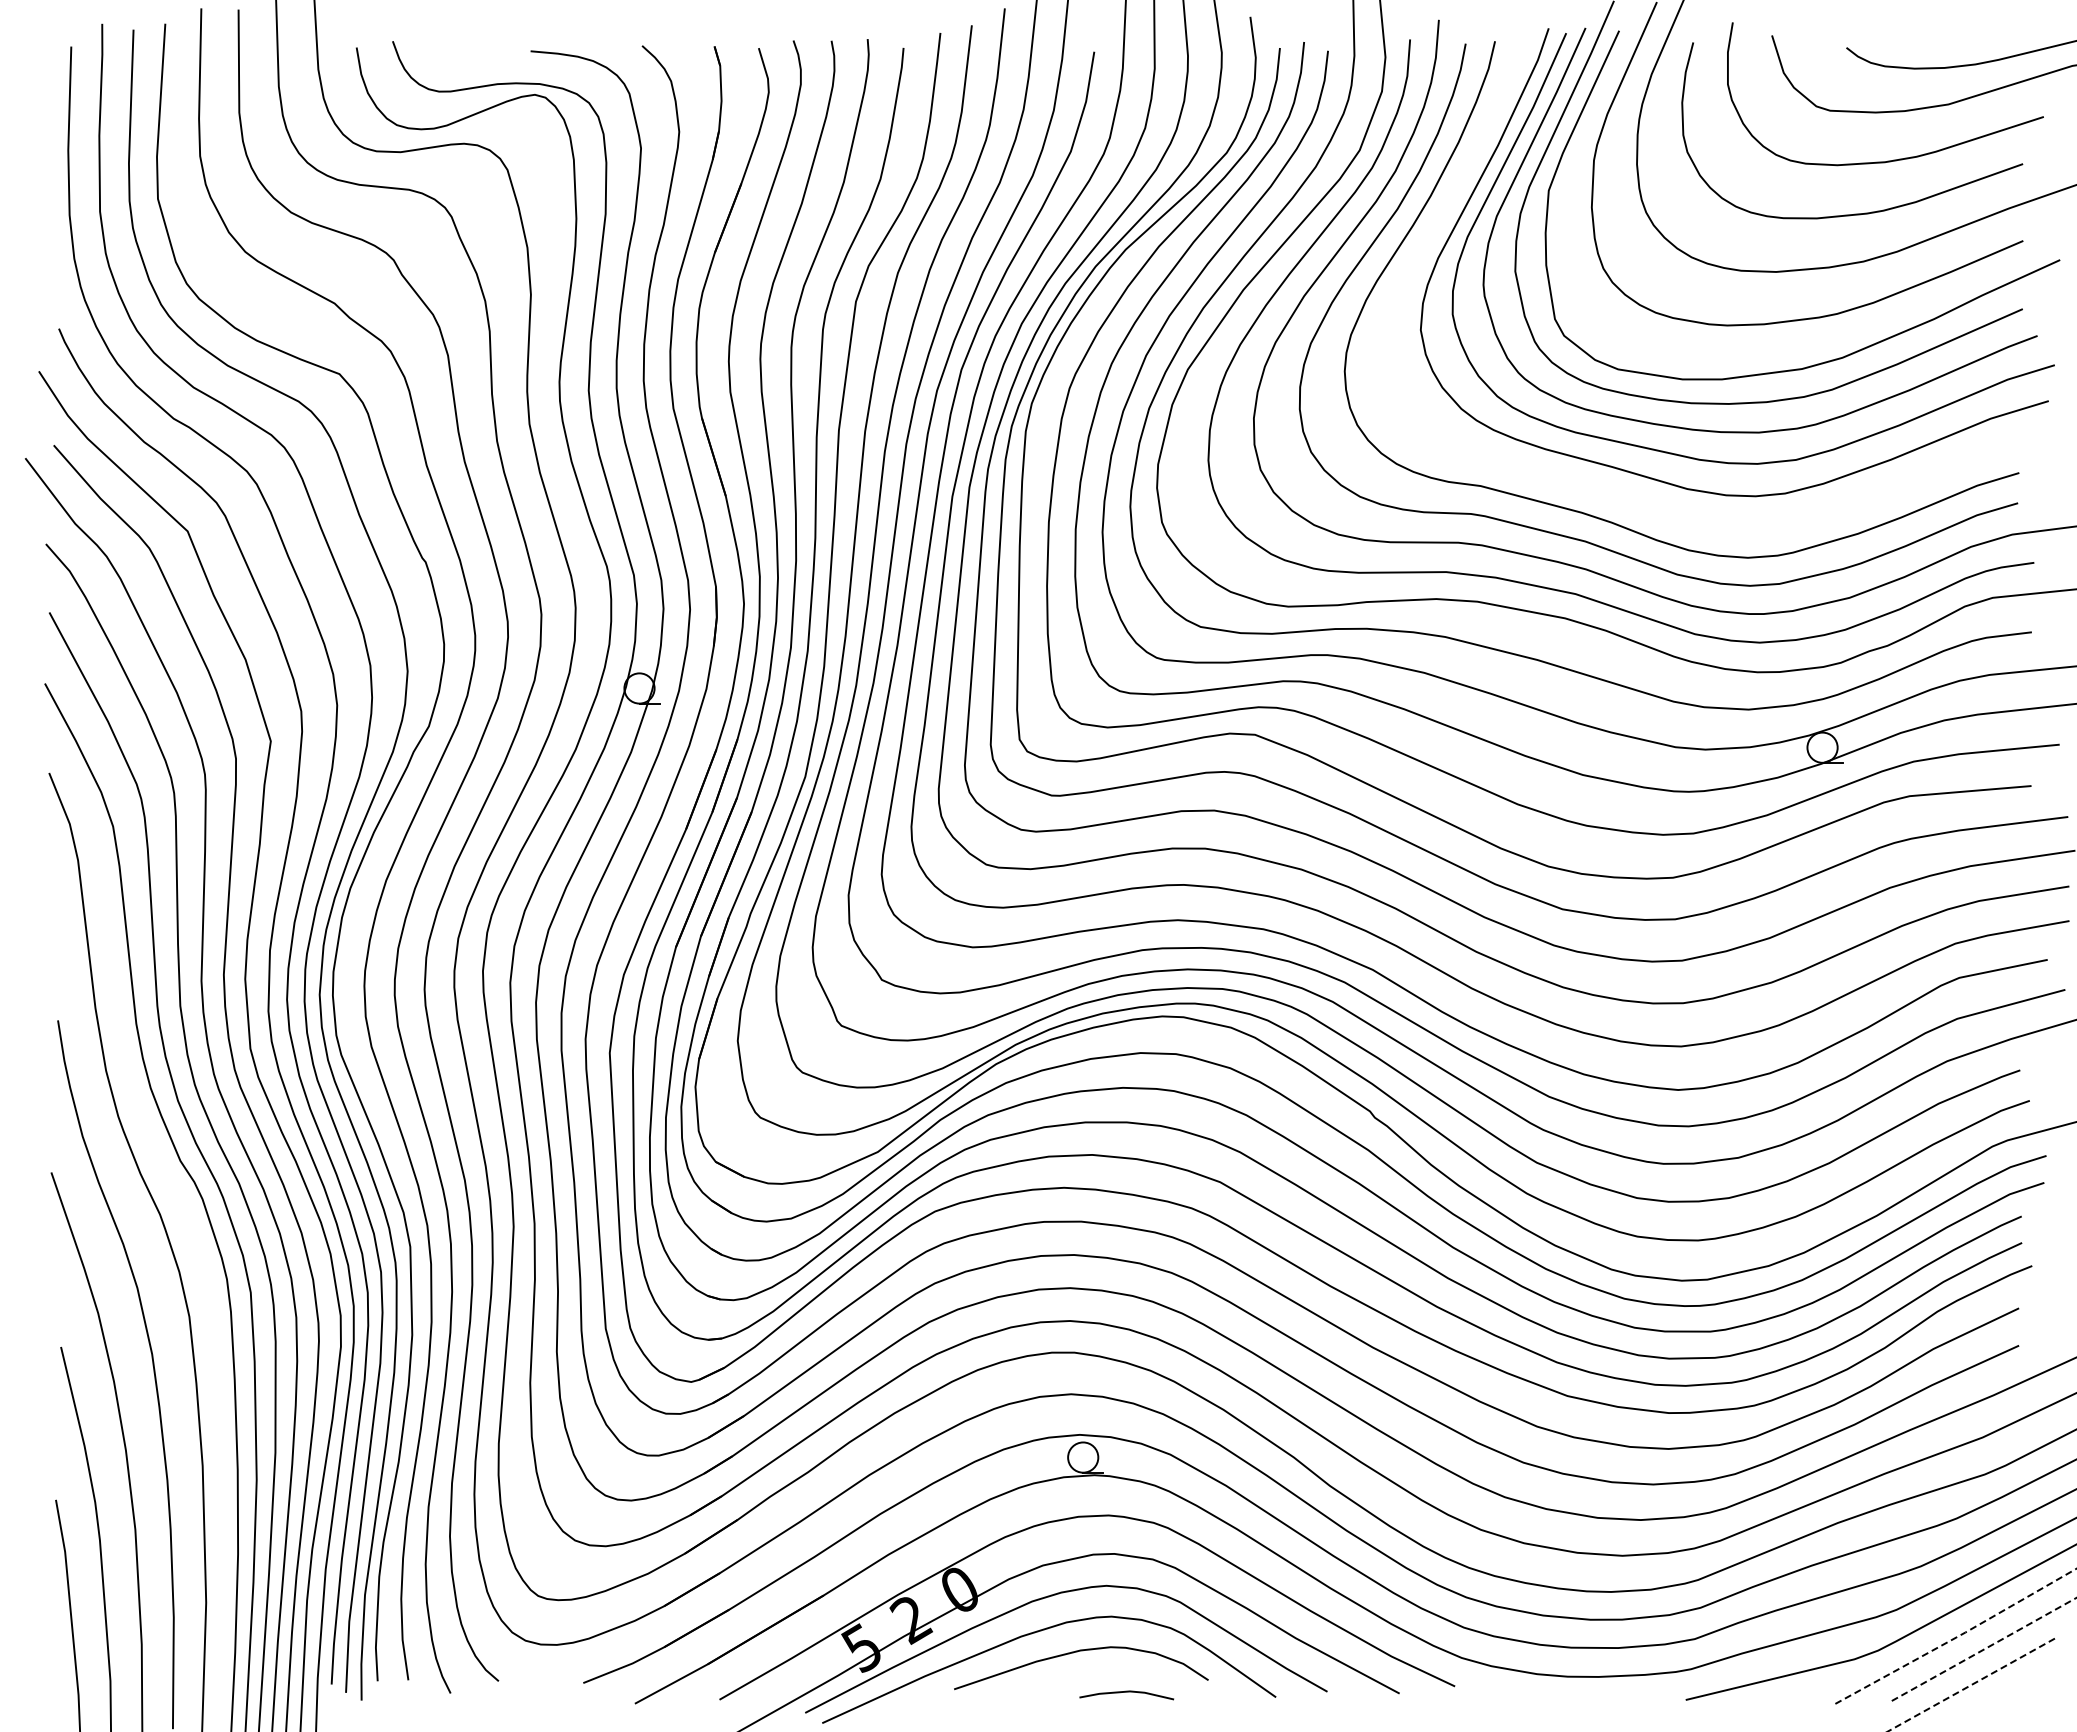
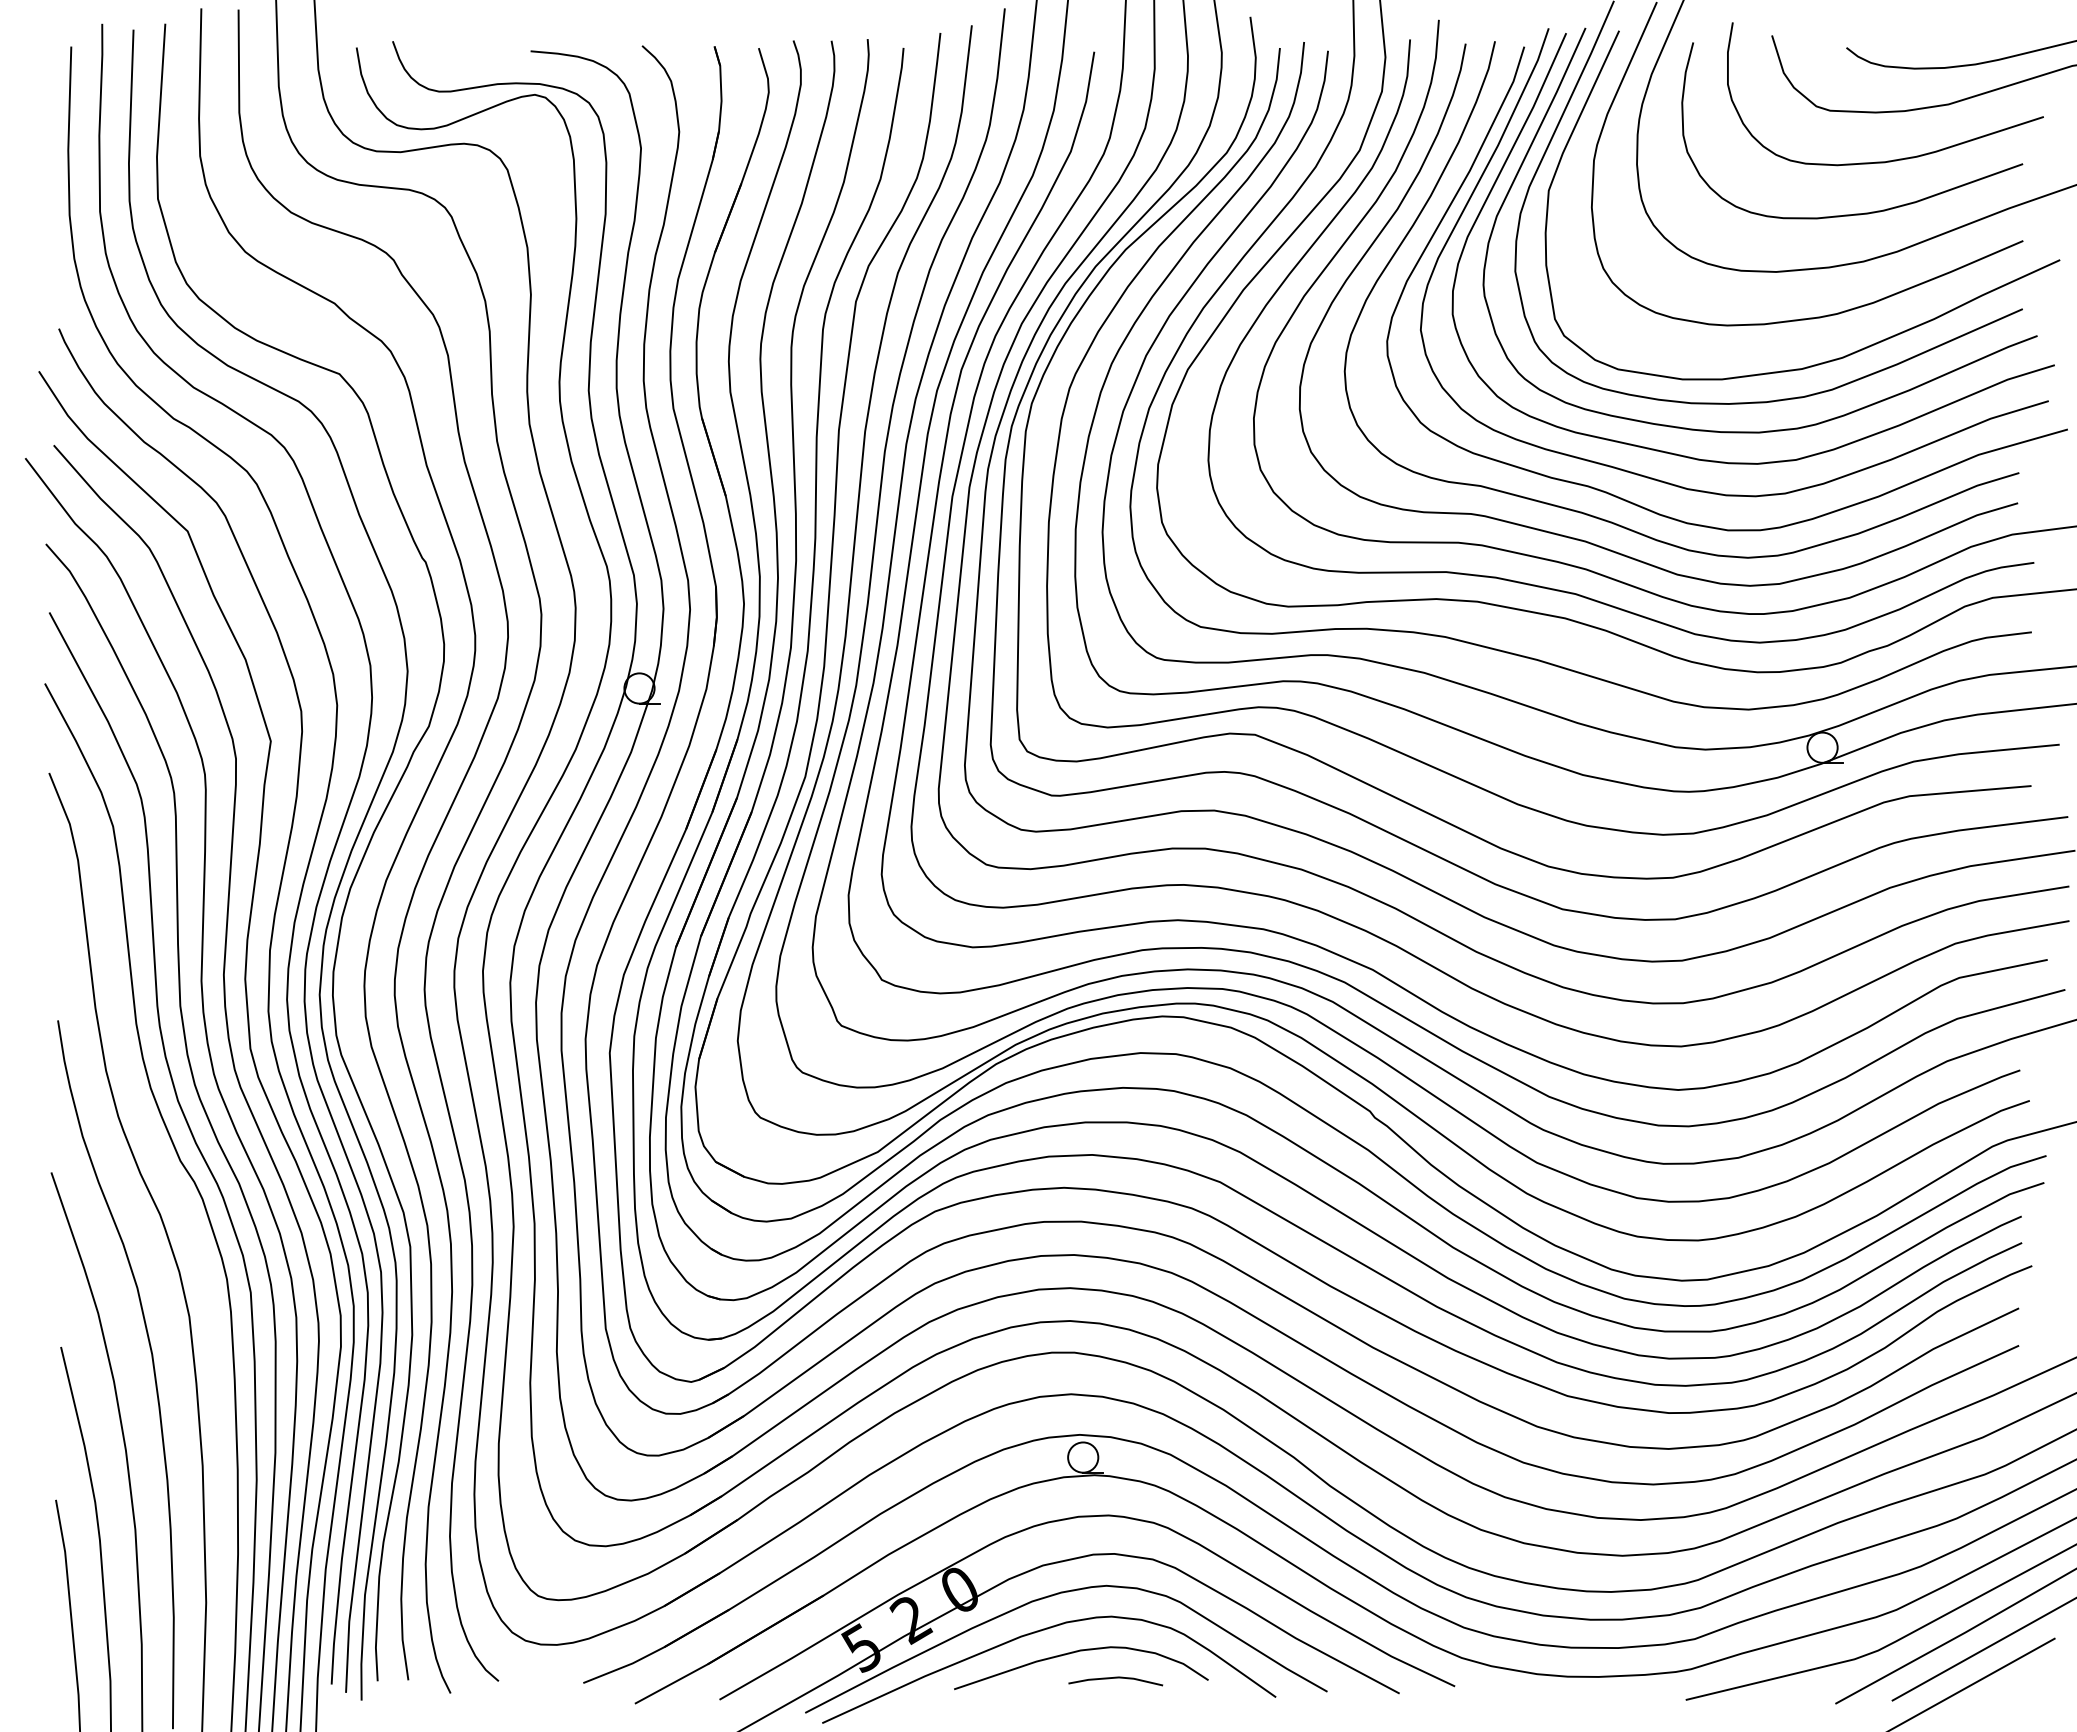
curve at (1638, 504): none -> present
line at (1956, 1637): dashed -> solid
line at (1984, 1649): dashed -> solid
line at (1971, 1684): dashed -> solid
line at (1126, 1692) position: (1126, 1692) -> (1115, 1678)
